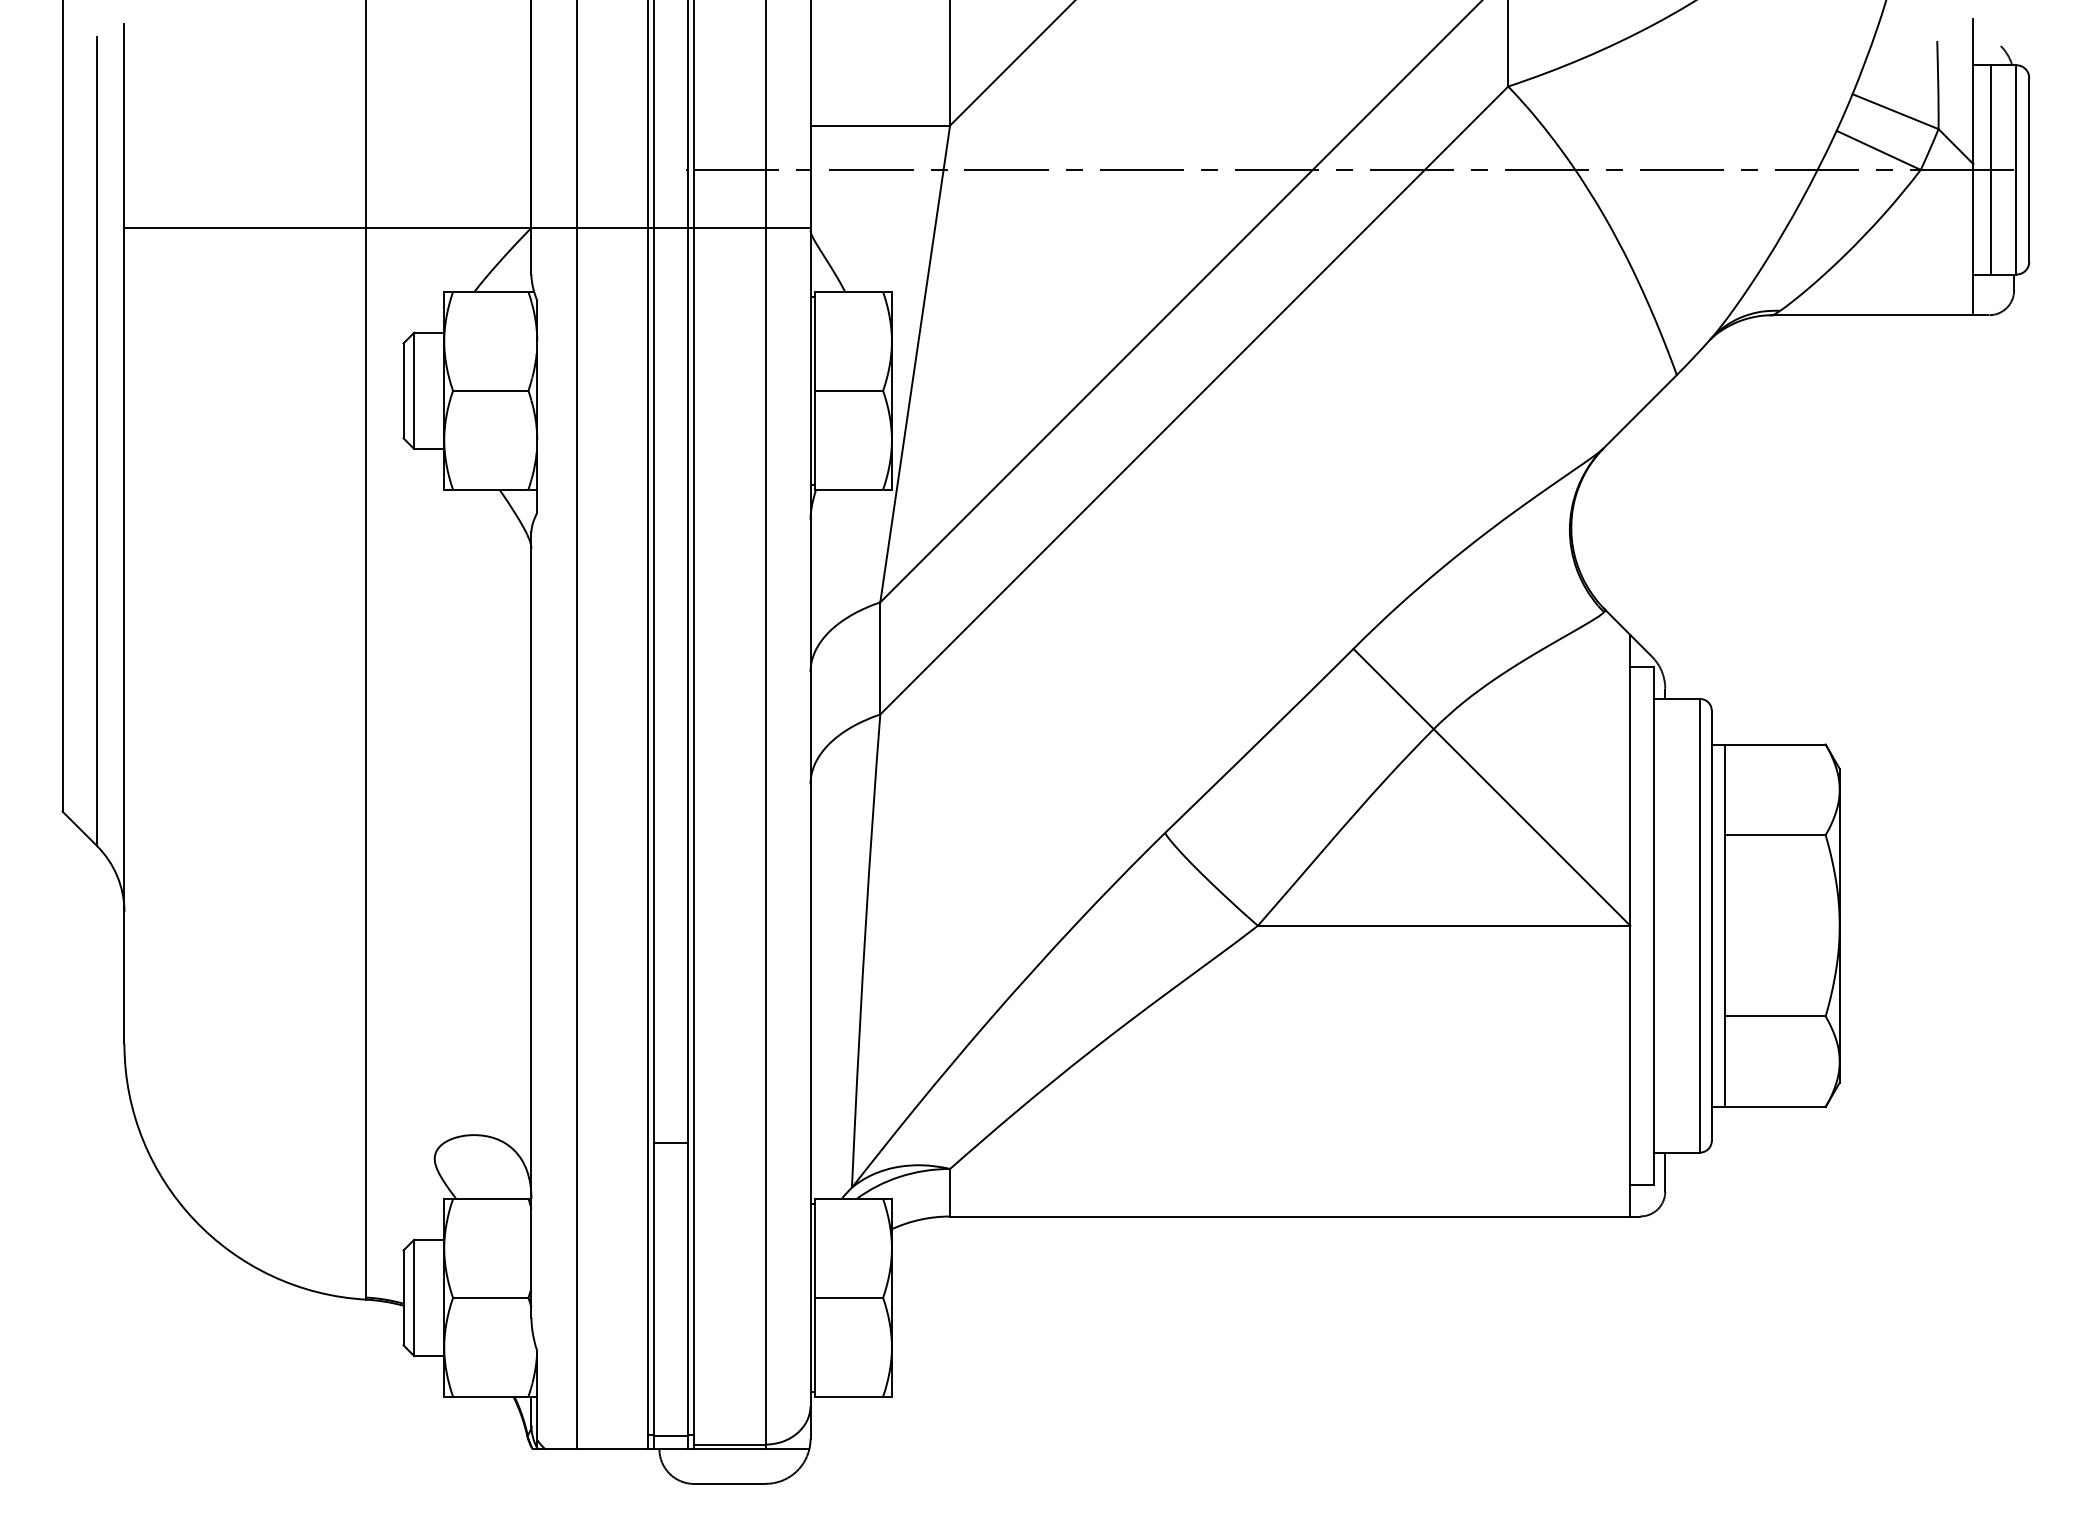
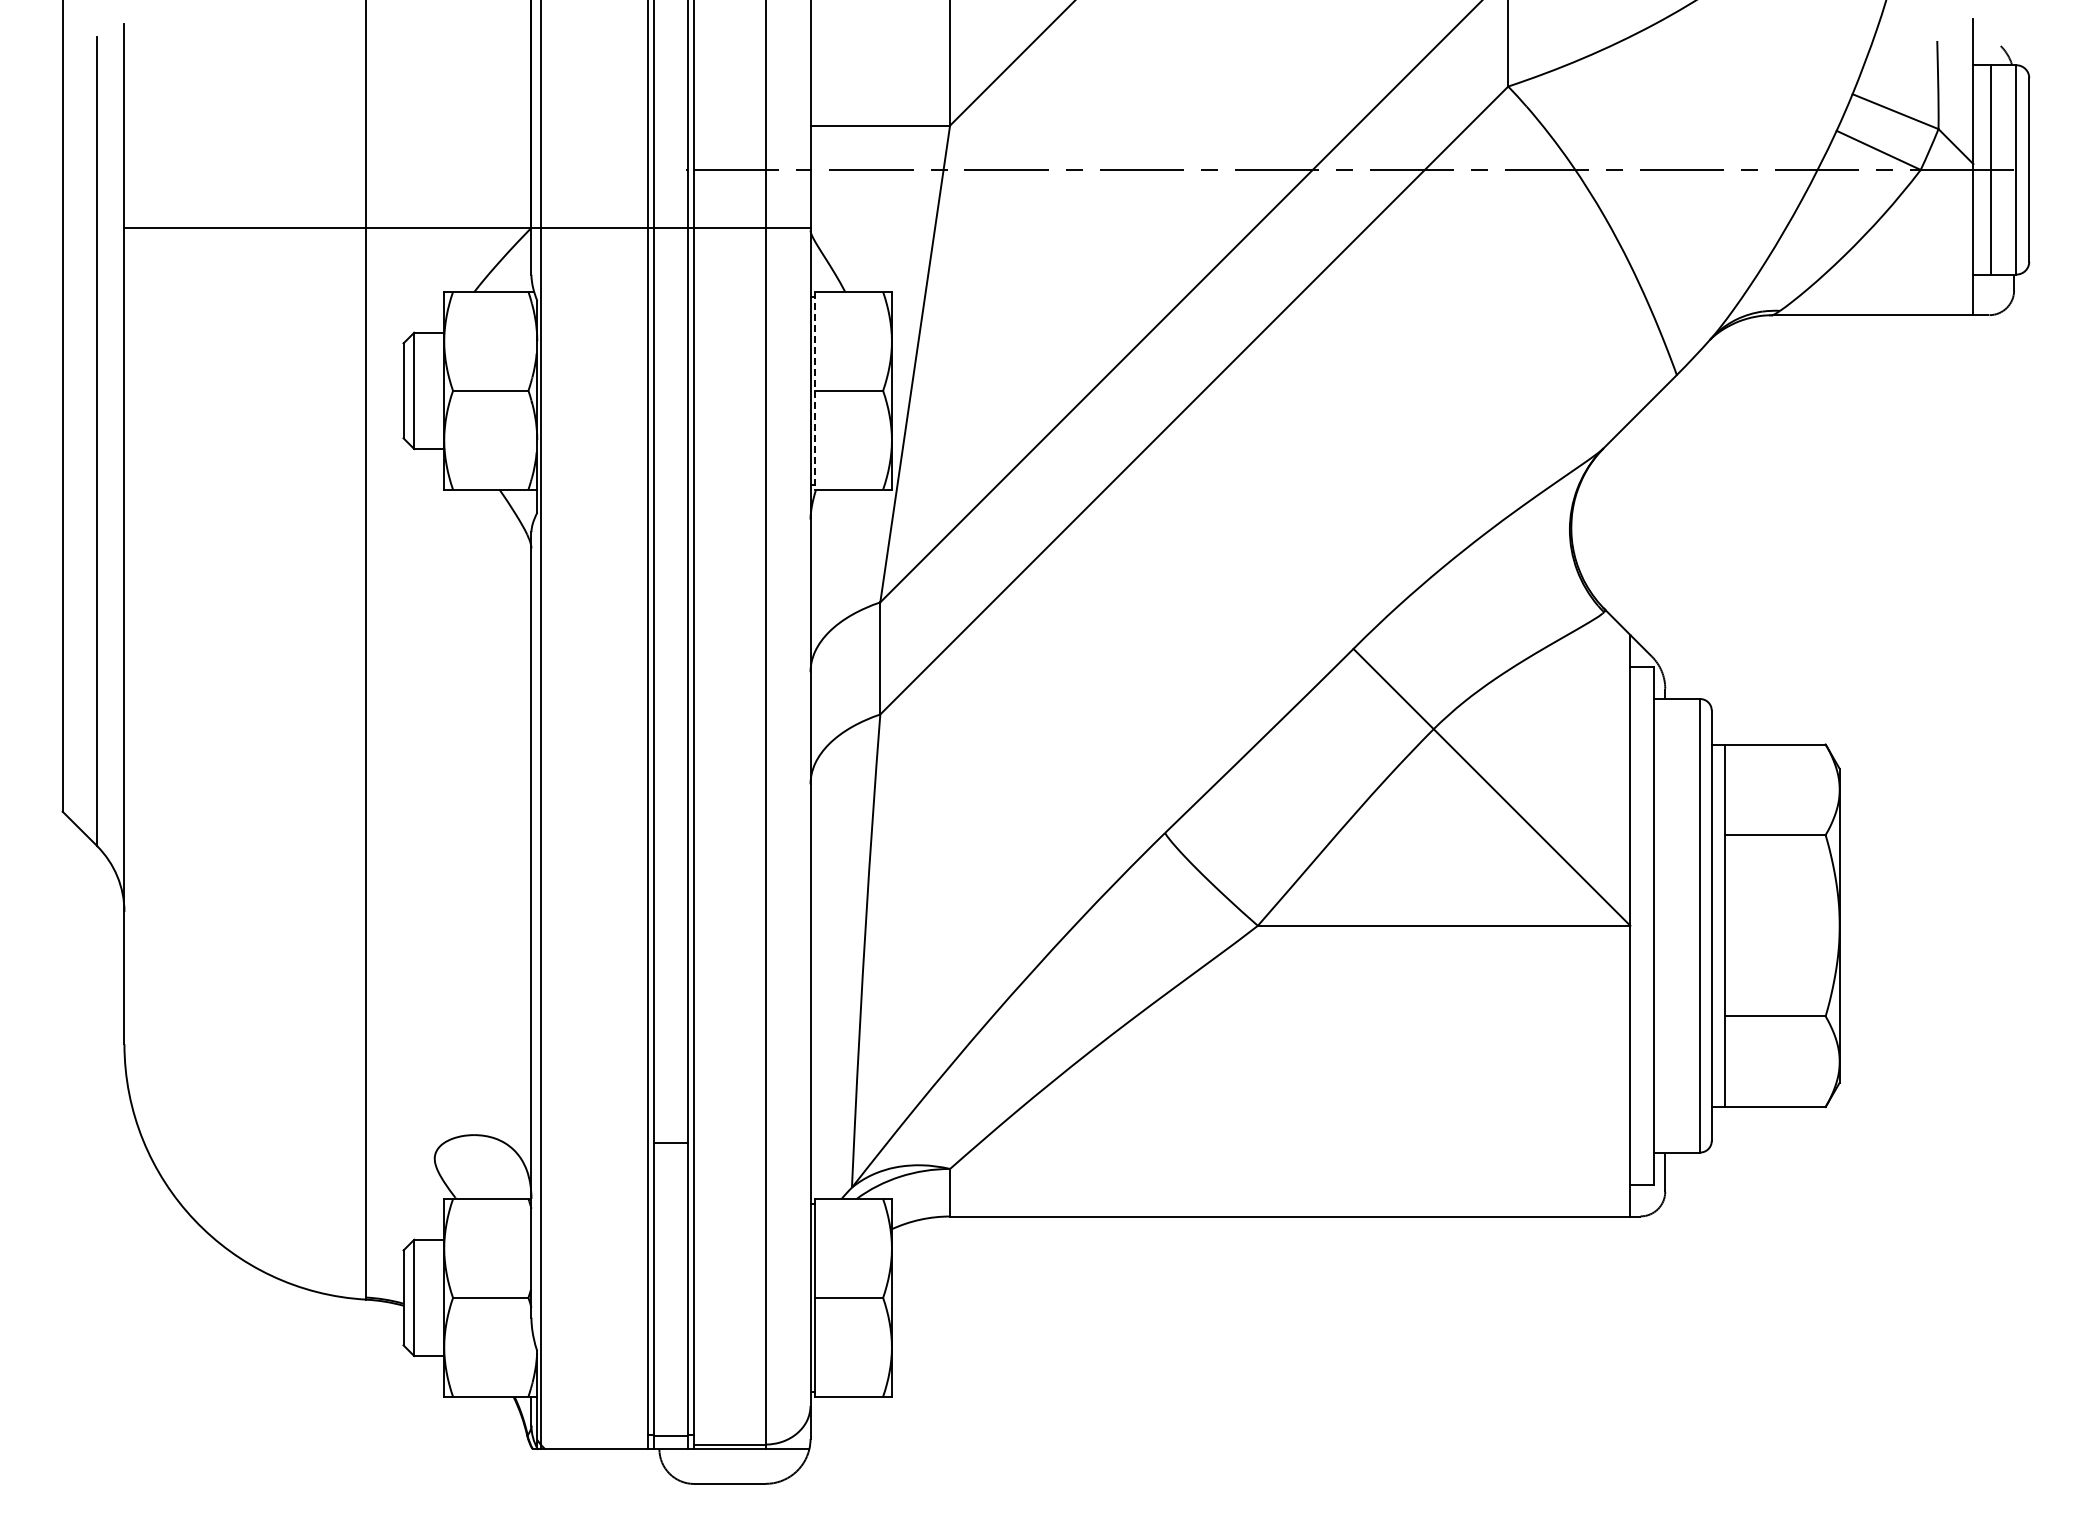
line at (815, 390): solid -> dashed
line at (577, 725) position: (577, 725) -> (541, 725)
